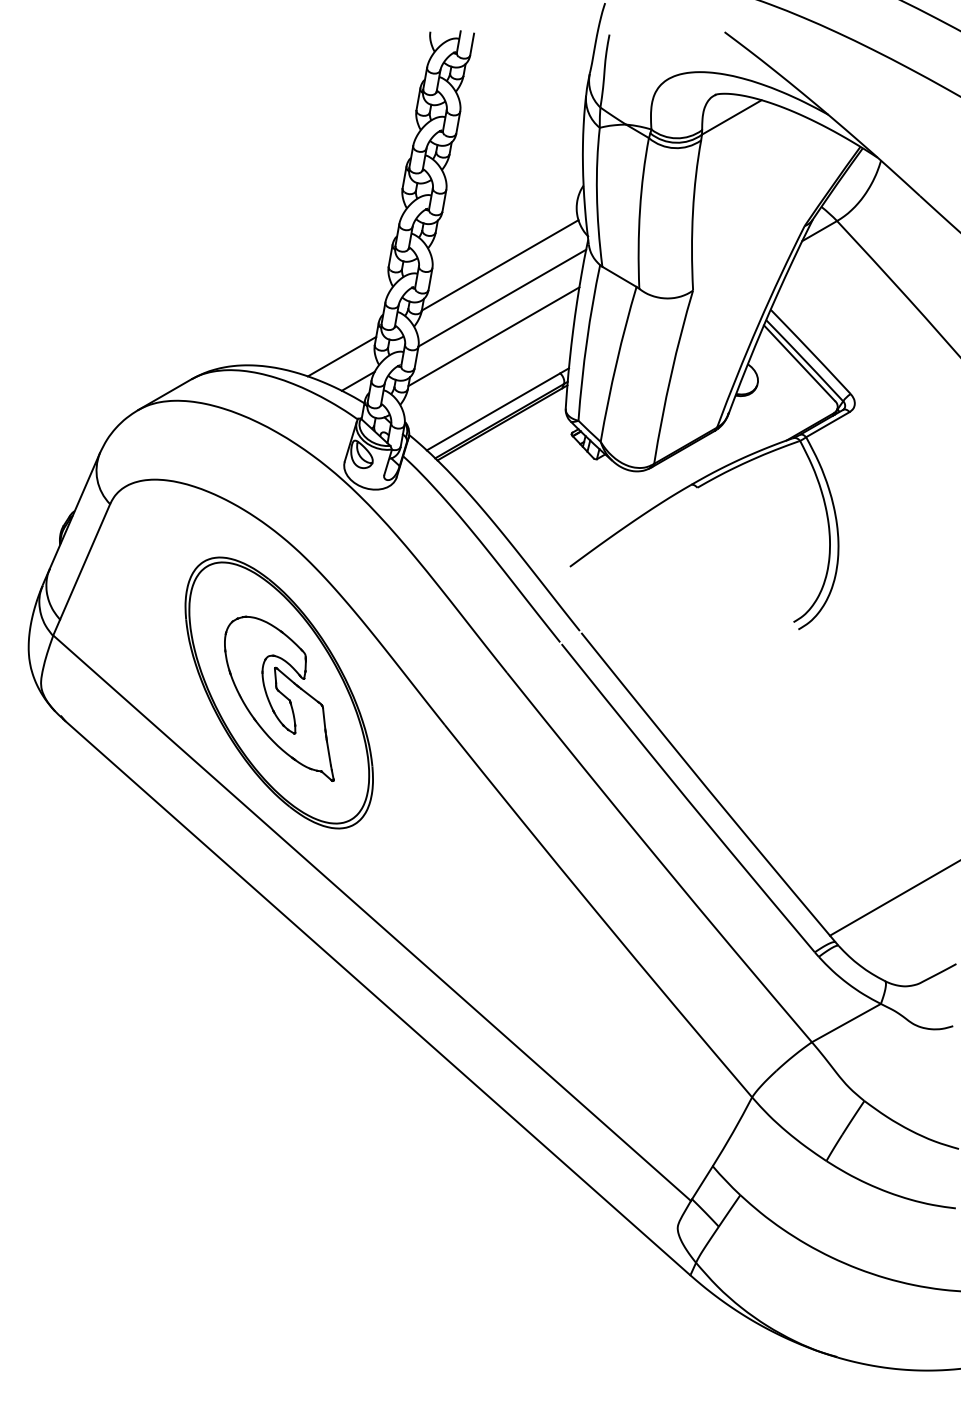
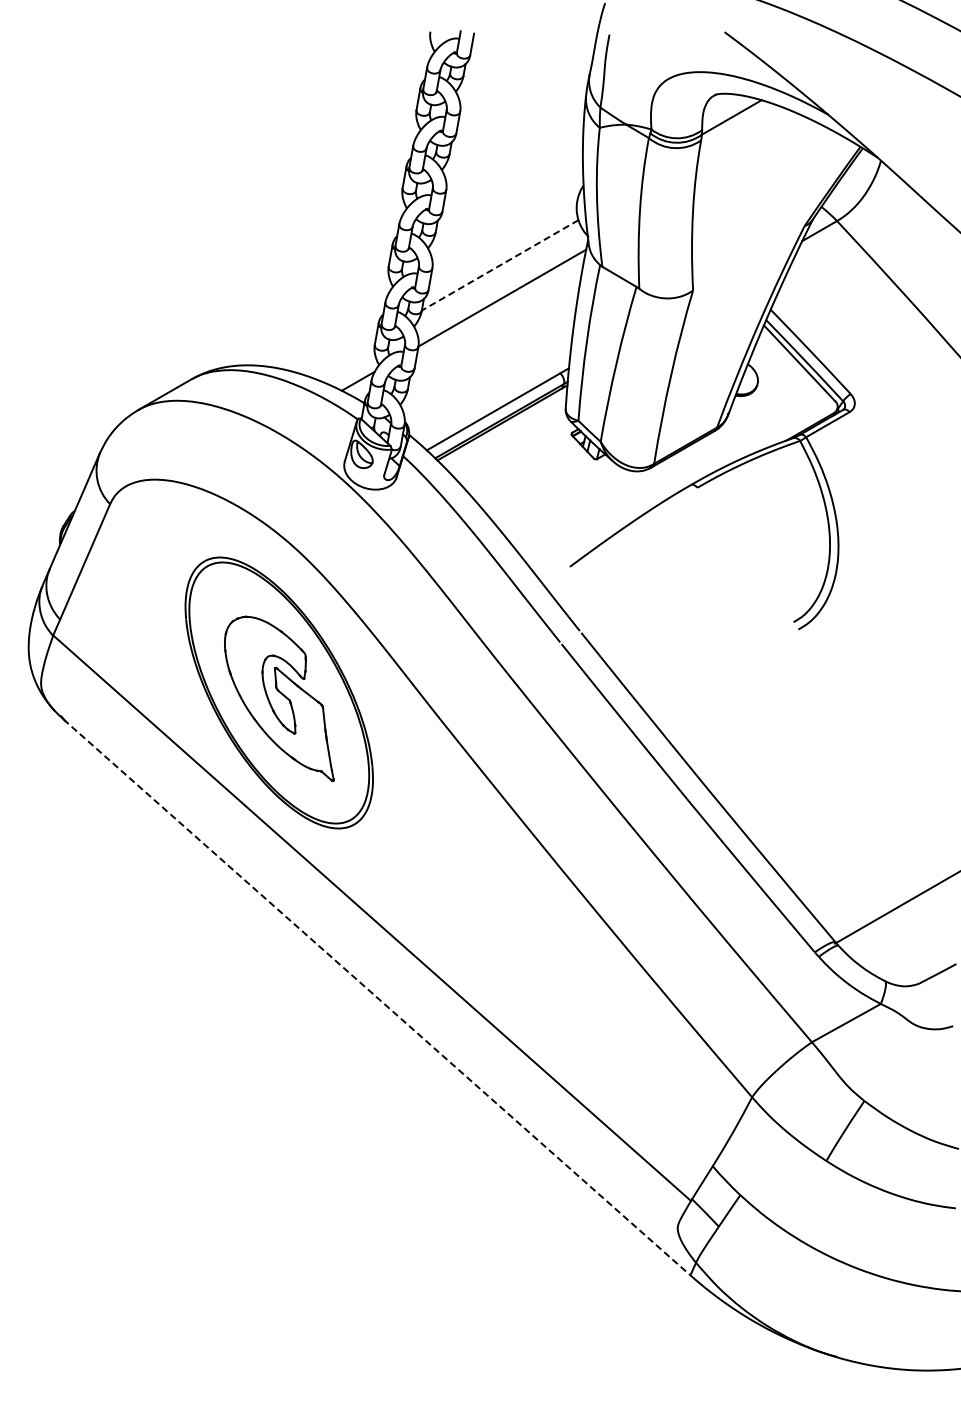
line at (499, 265): solid -> dashed
line at (493, 336): present -> none
line at (341, 356): present -> none
line at (893, 898) position: (893, 898) -> (896, 907)
line at (376, 997): solid -> dashed
